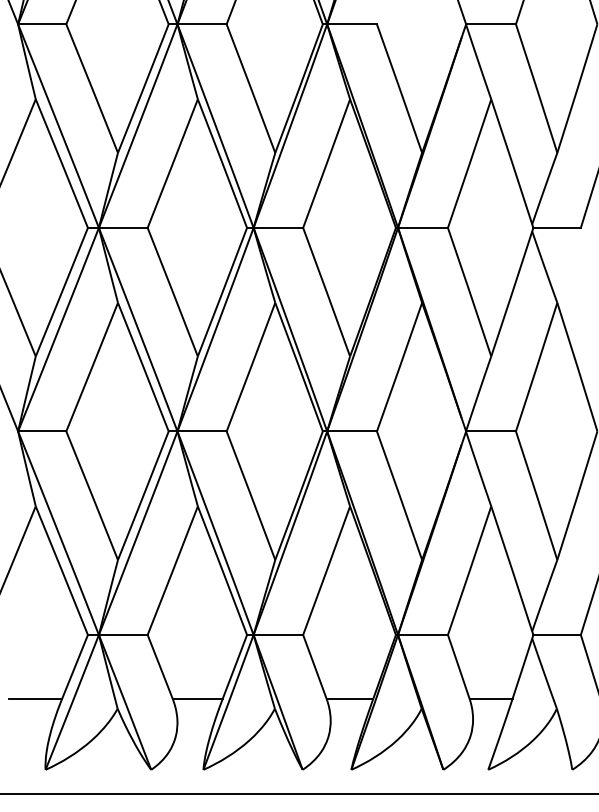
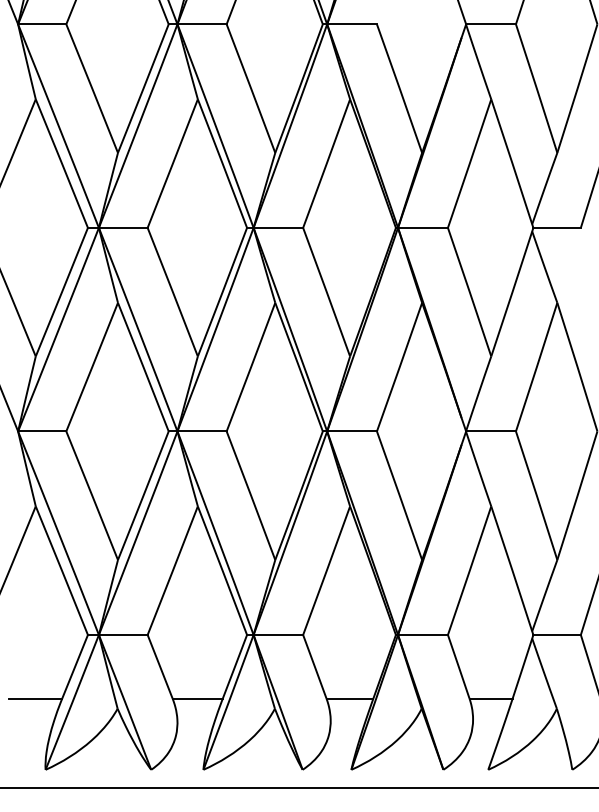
line at (298, 793) position: (298, 793) -> (298, 787)
